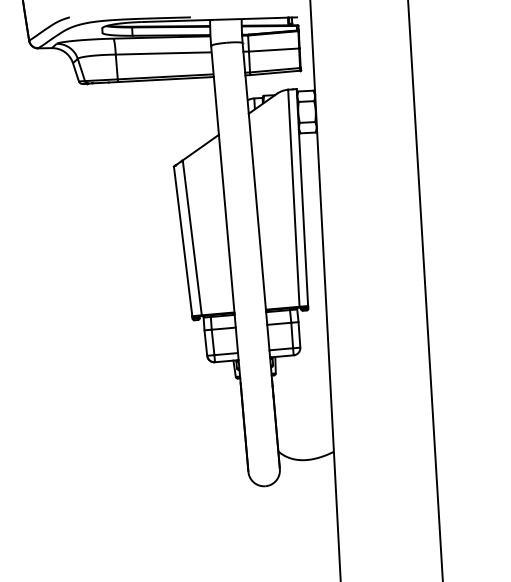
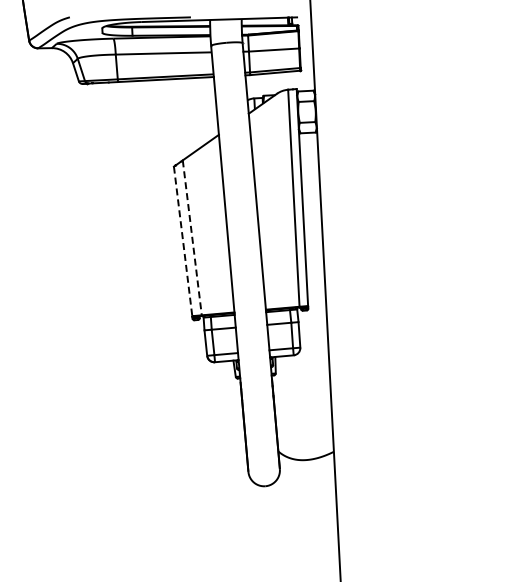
line at (192, 238): solid -> dashed
line at (183, 241): solid -> dashed
line at (425, 290): present -> none
